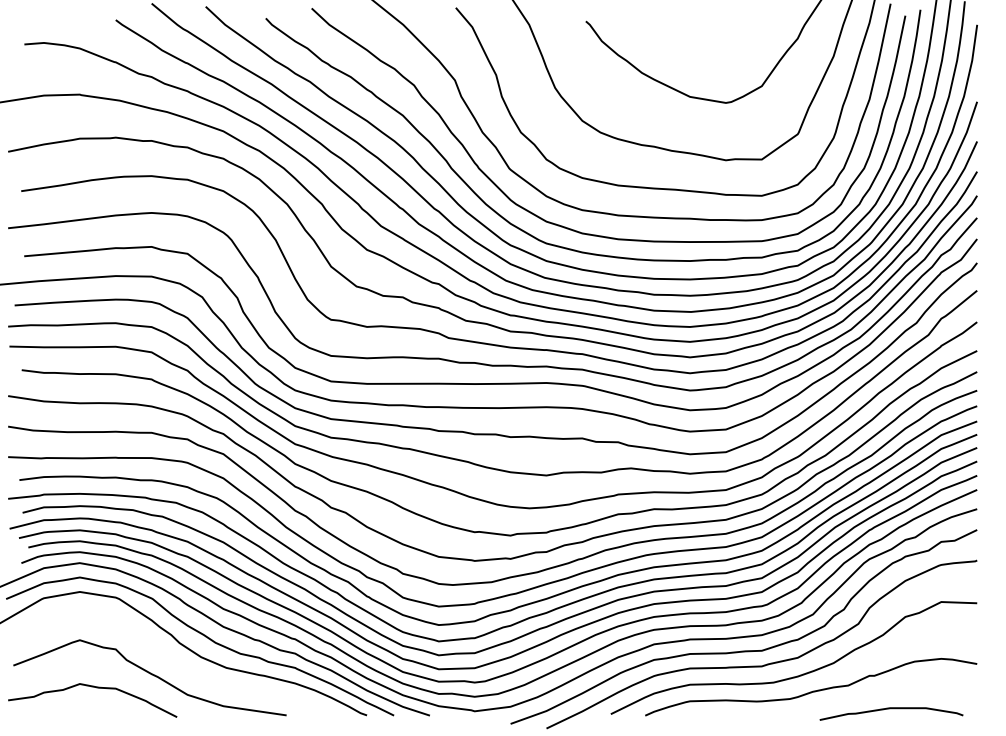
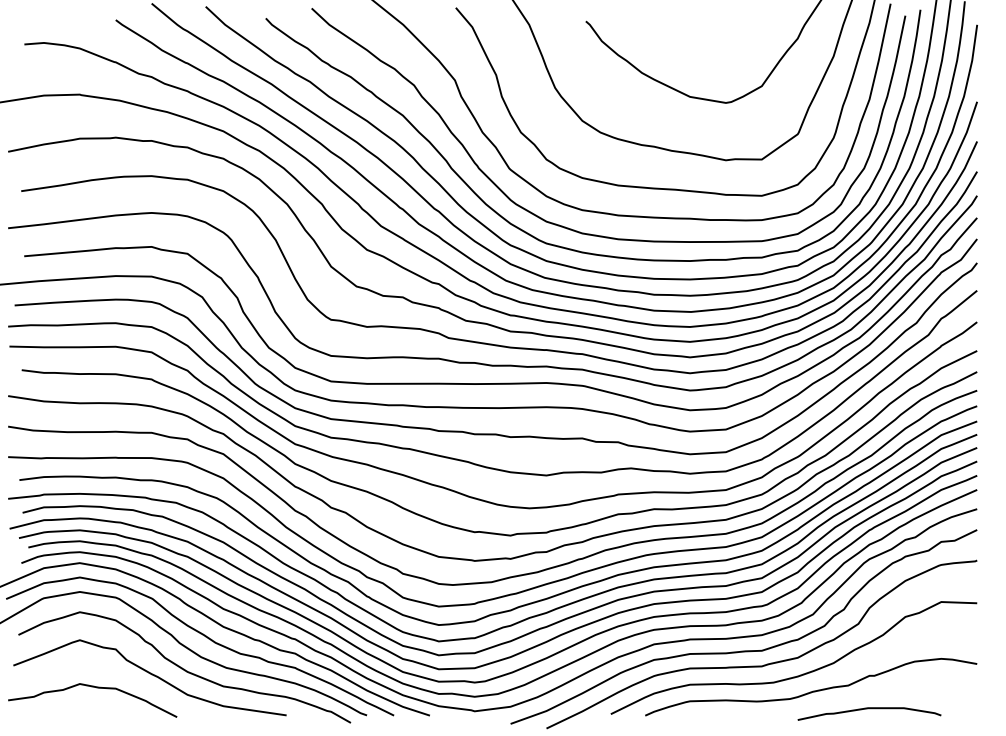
curve at (184, 668): none -> present
curve at (891, 709) position: (891, 709) -> (869, 709)
